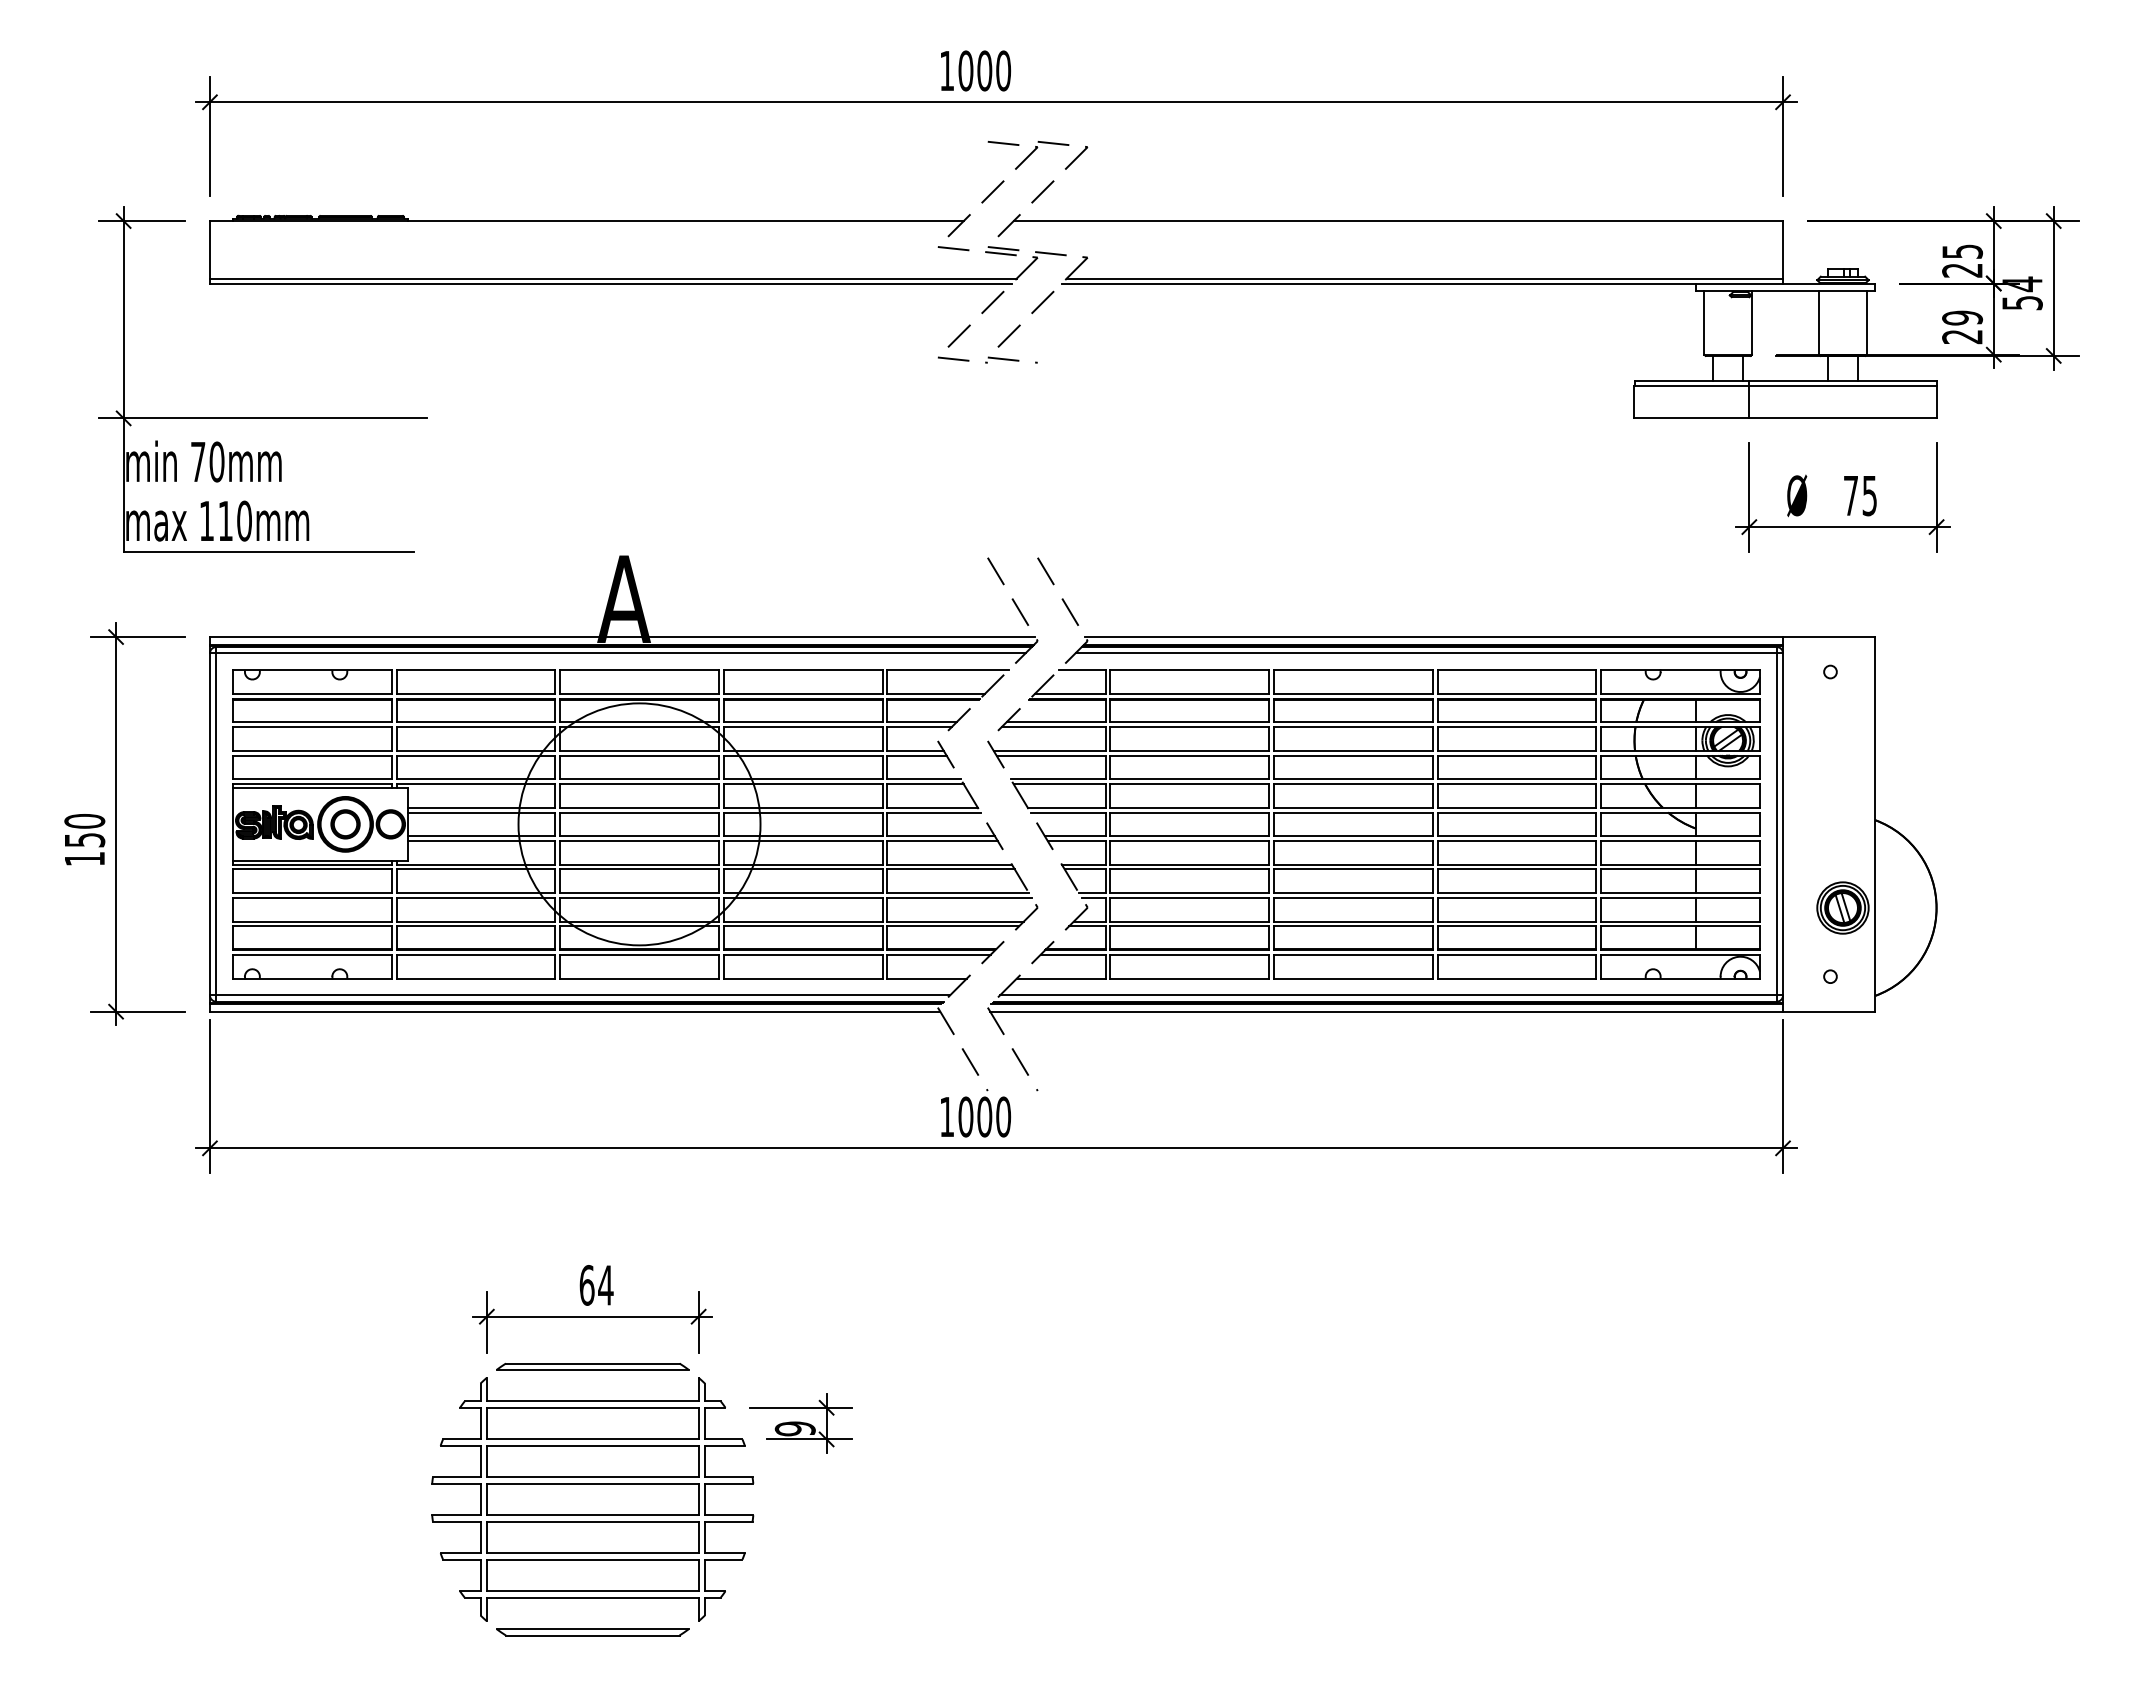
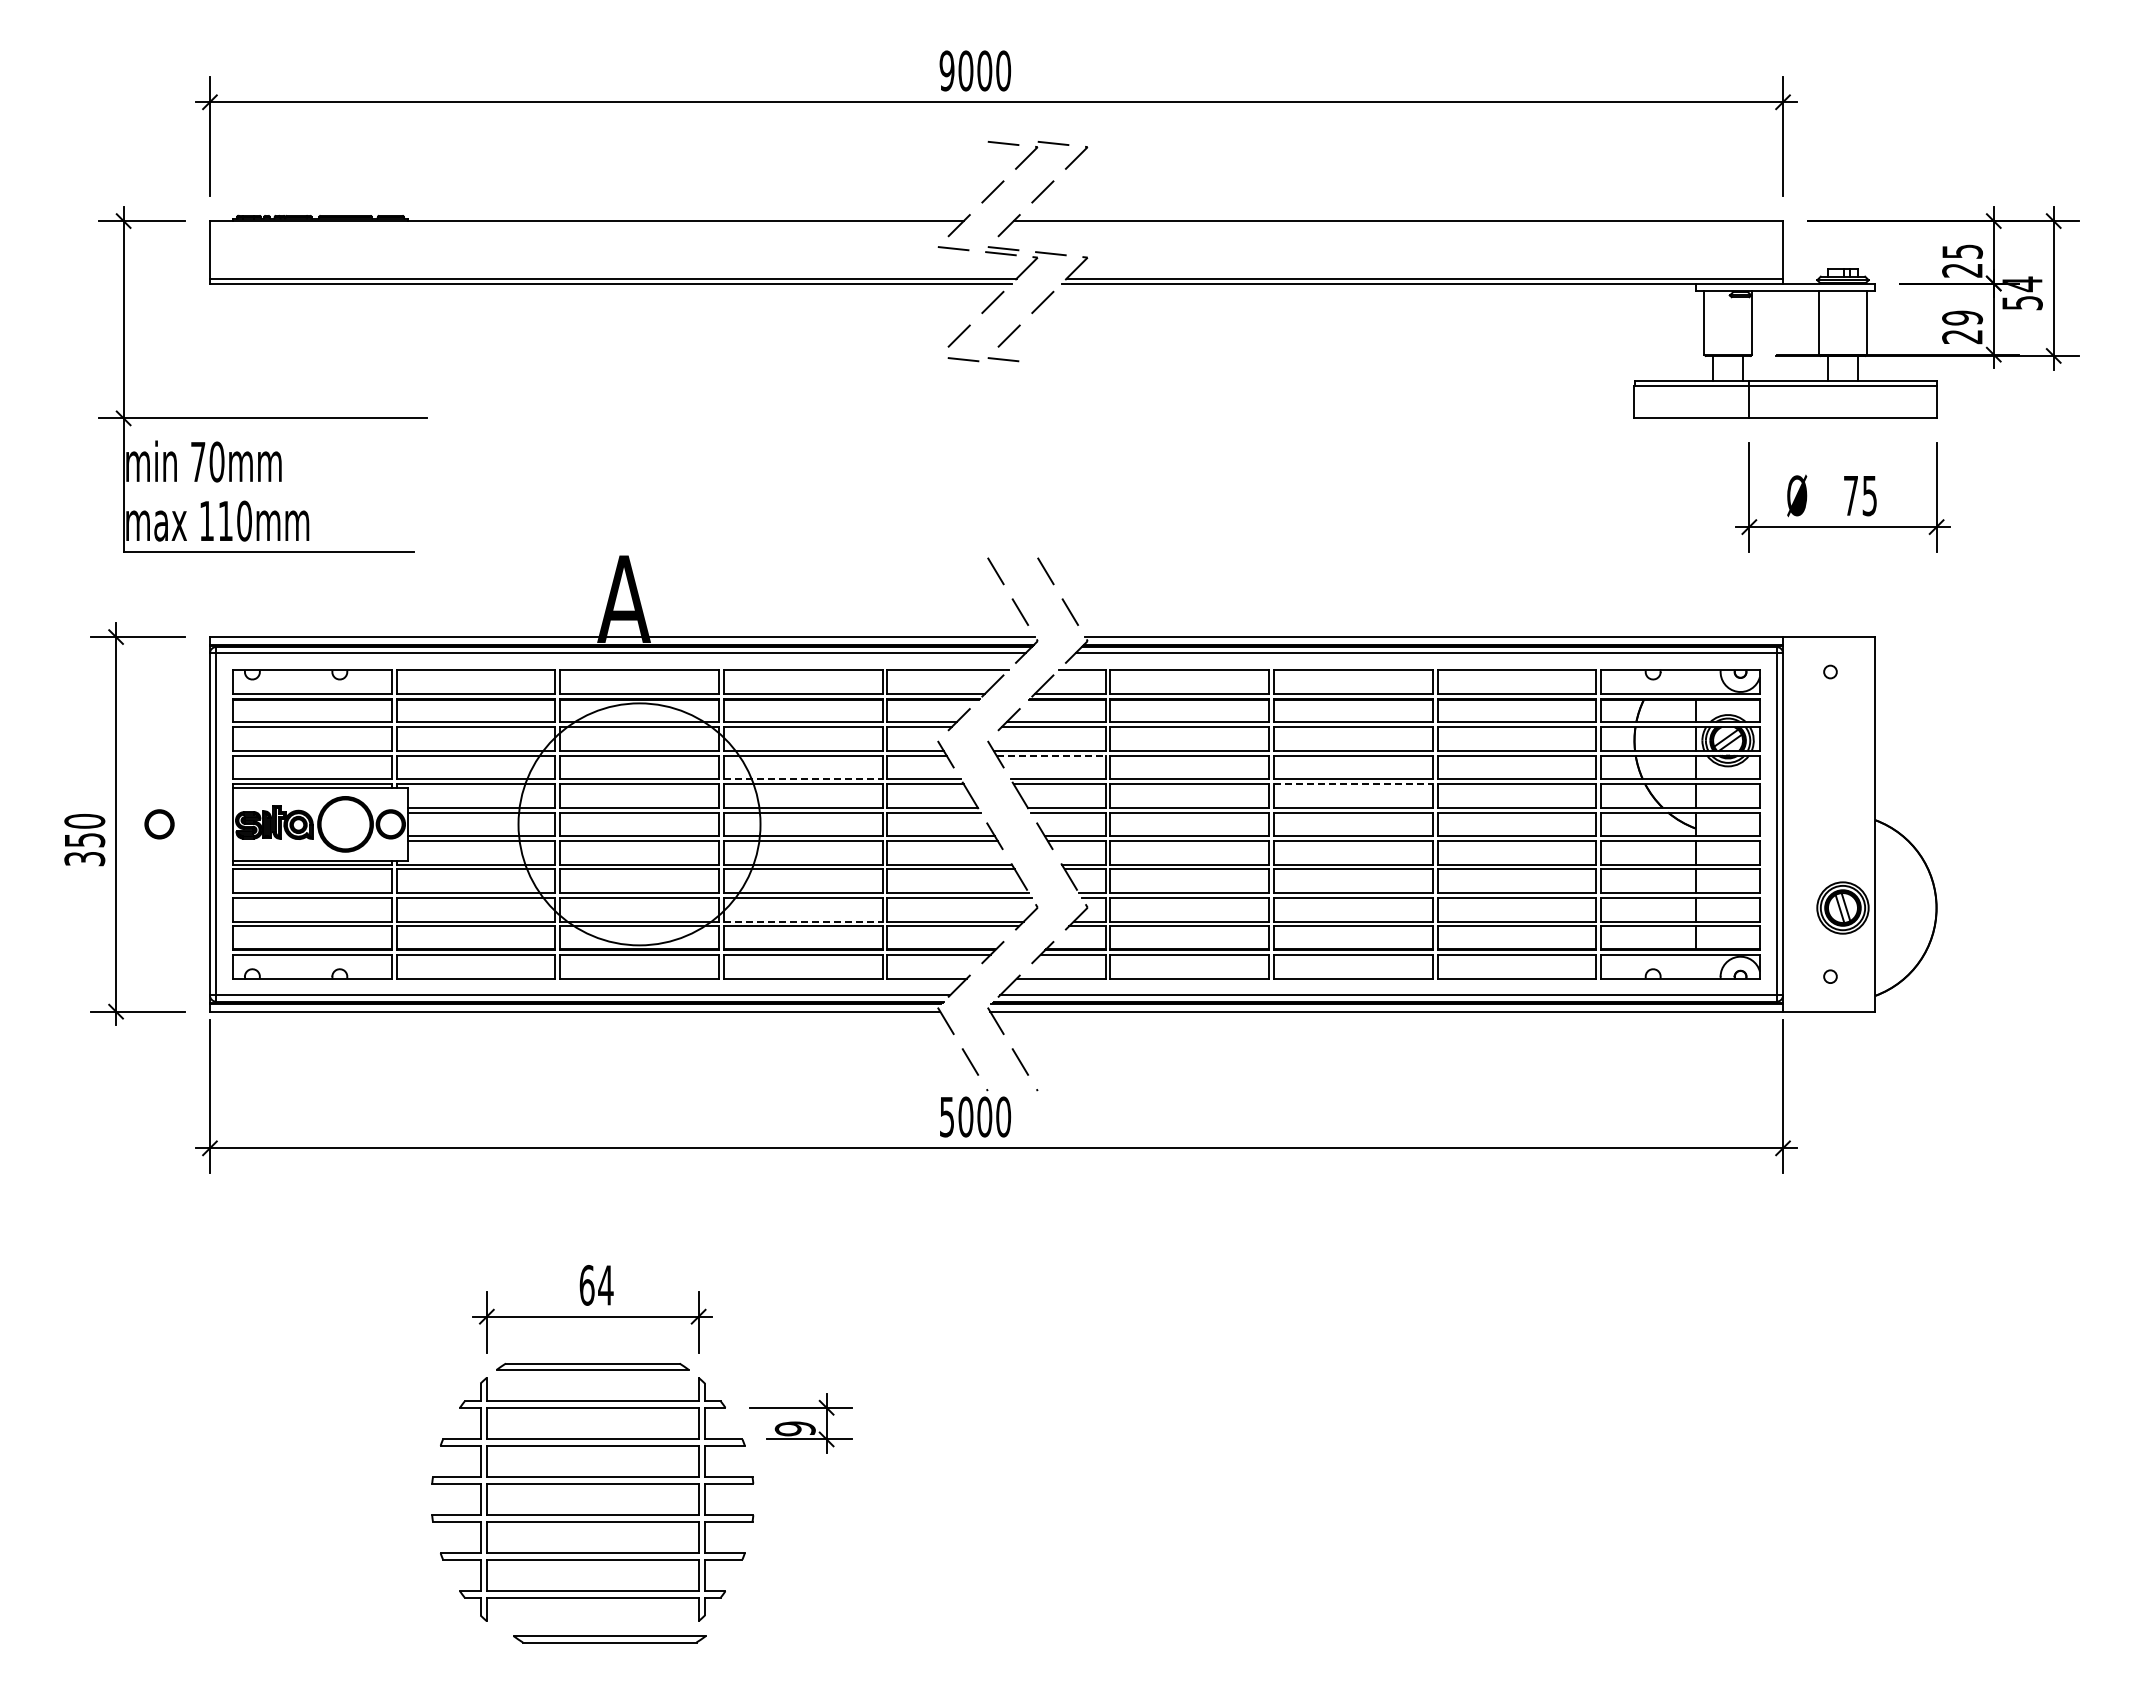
text at (946, 70): 1000 -> 9000
part at (987, 359) size: 101x8 px -> 73x6 px
line at (1051, 755): solid -> dashed
line at (803, 779): solid -> dashed
line at (1353, 784): solid -> dashed
part at (345, 824) position: (345, 824) -> (159, 824)
text at (84, 859): 150 -> 350
line at (803, 921): solid -> dashed
text at (946, 1117): 1000 -> 5000
part at (592, 1632) position: (592, 1632) -> (609, 1639)
